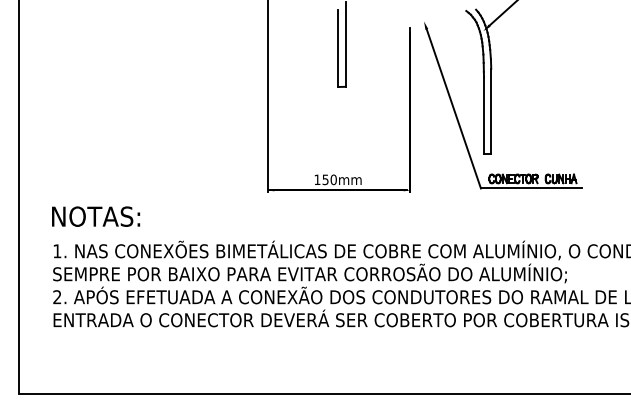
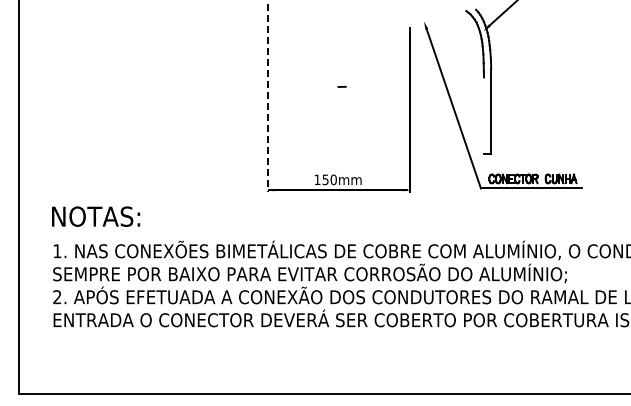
line at (345, 44): present -> none
line at (338, 48): present -> none
line at (267, 96): solid -> dashed
line at (484, 115): present -> none
